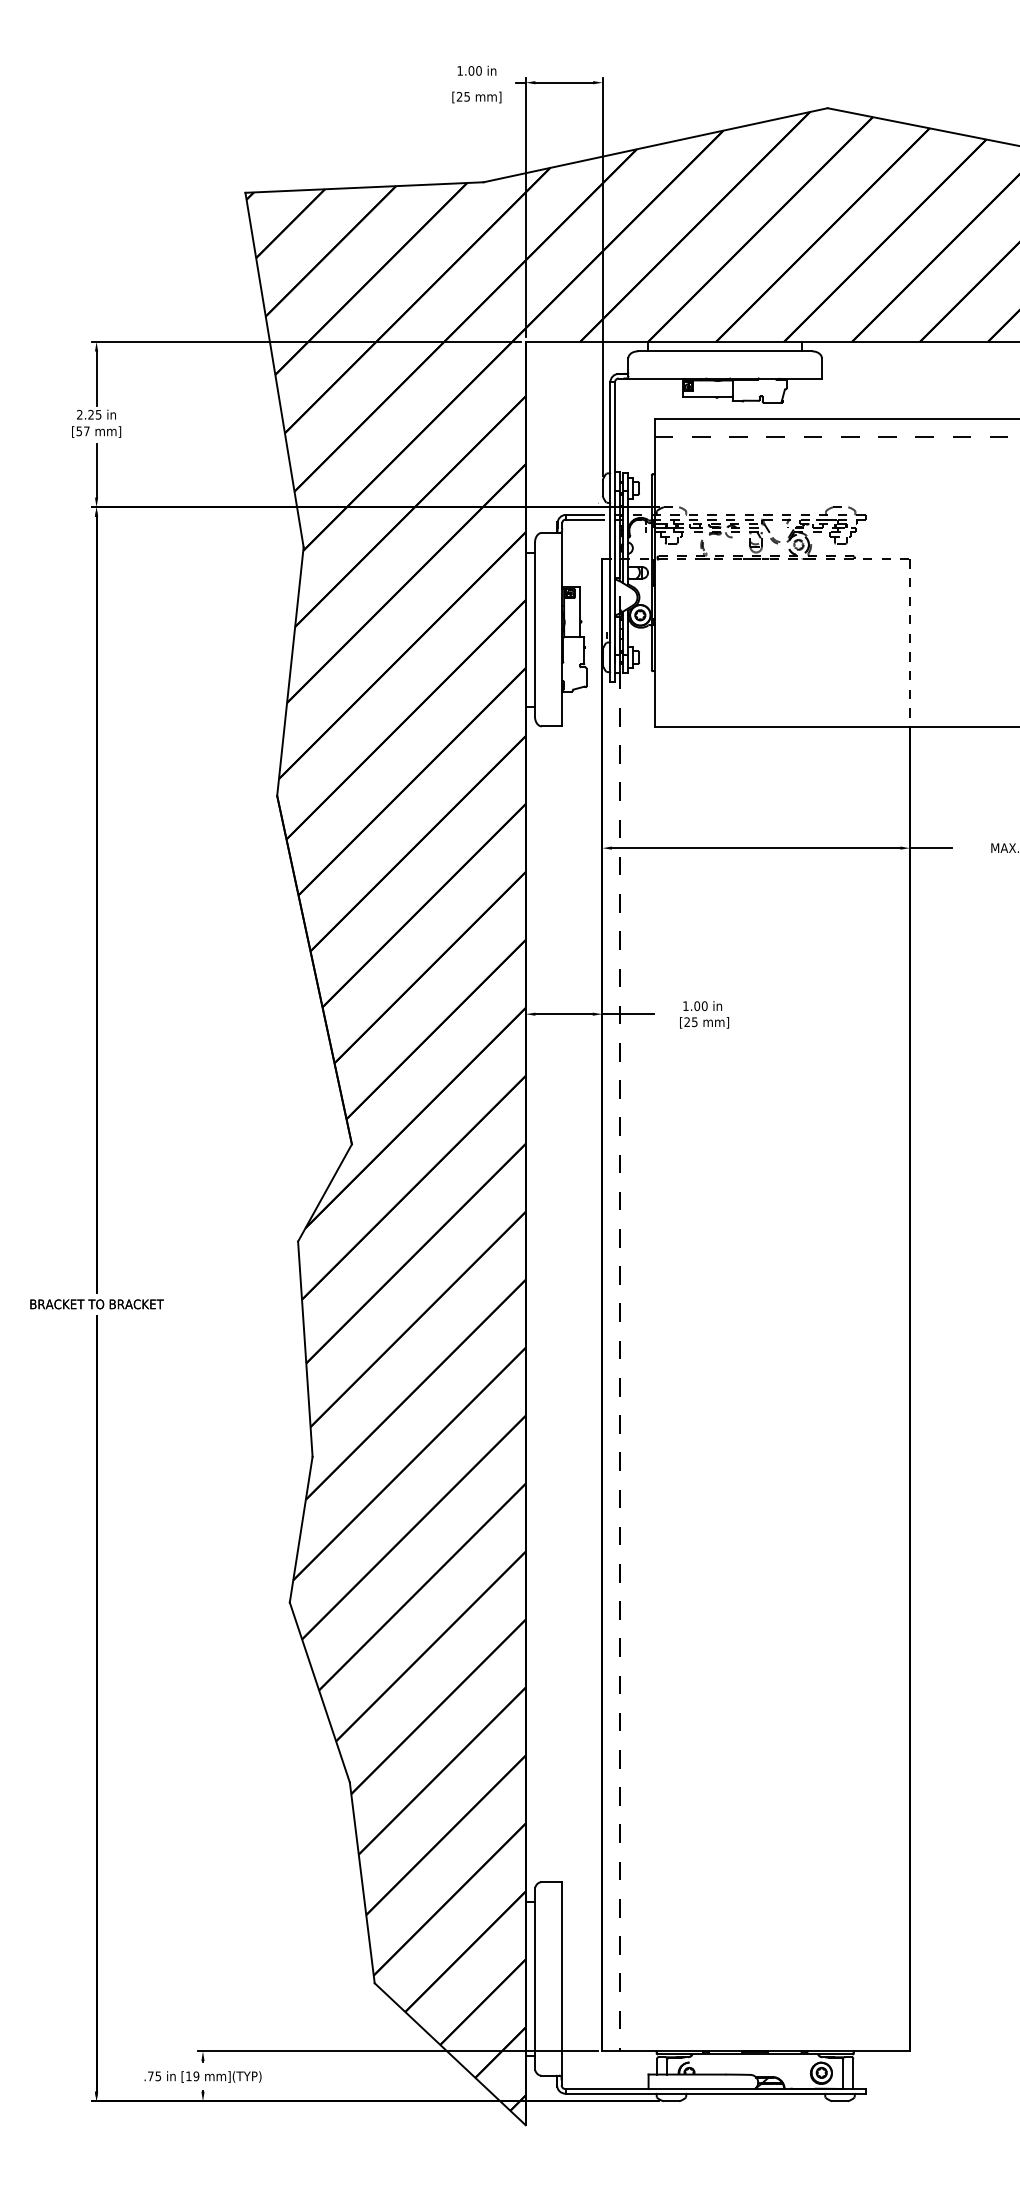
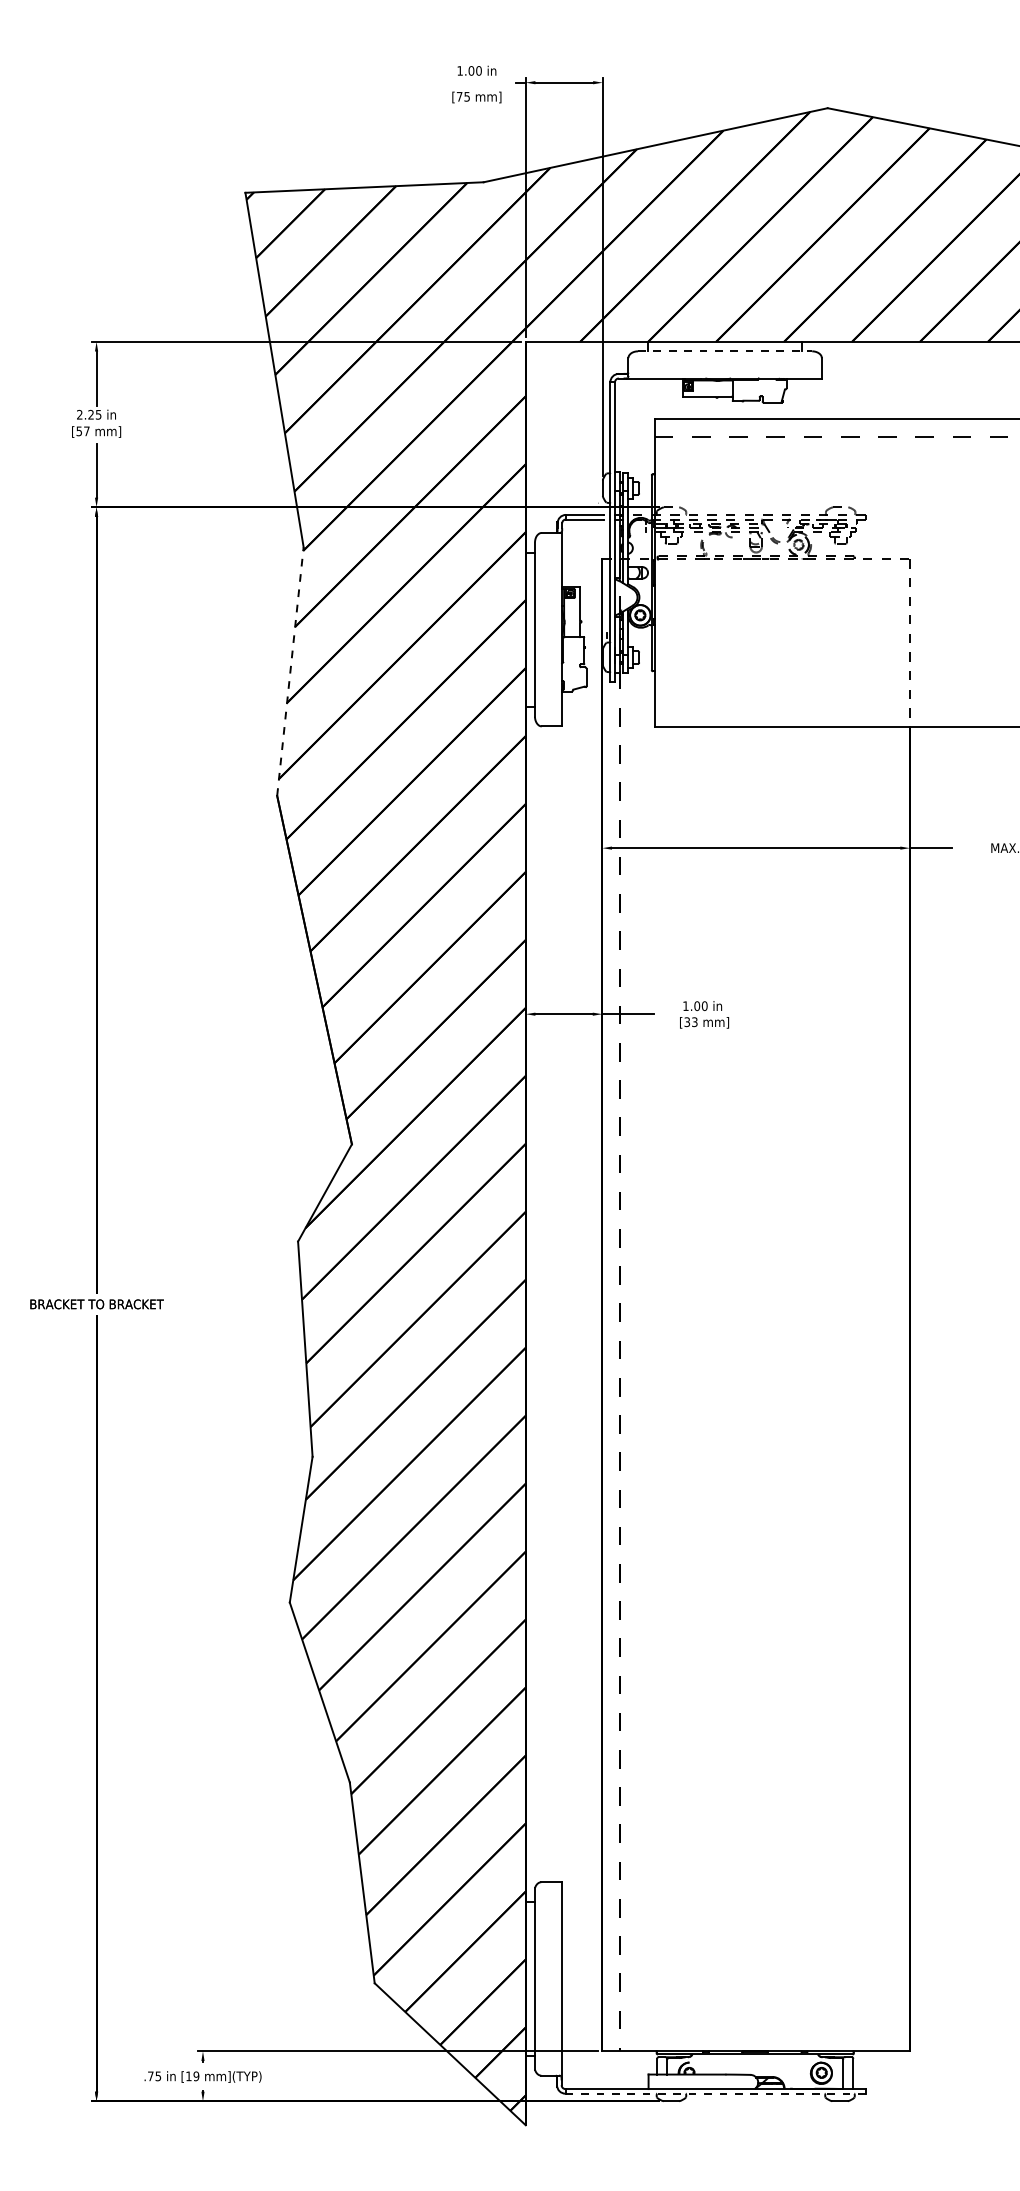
text at (459, 96): [25 -> [75
line at (725, 351): solid -> dashed
line at (290, 671): solid -> dashed
text at (690, 1022): [25 -> [33
line at (715, 2093): solid -> dashed
